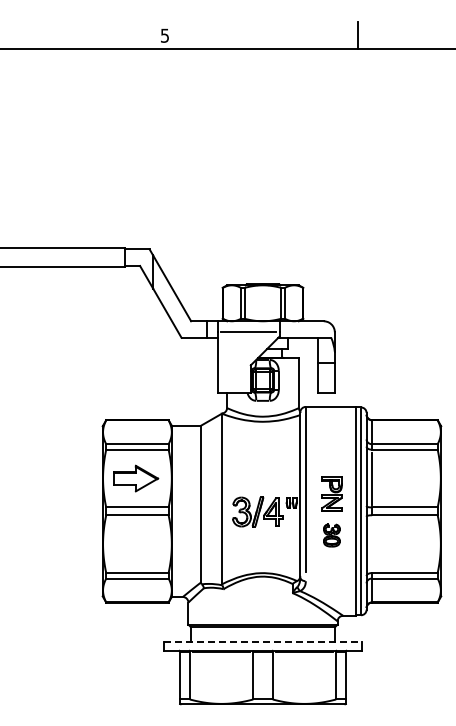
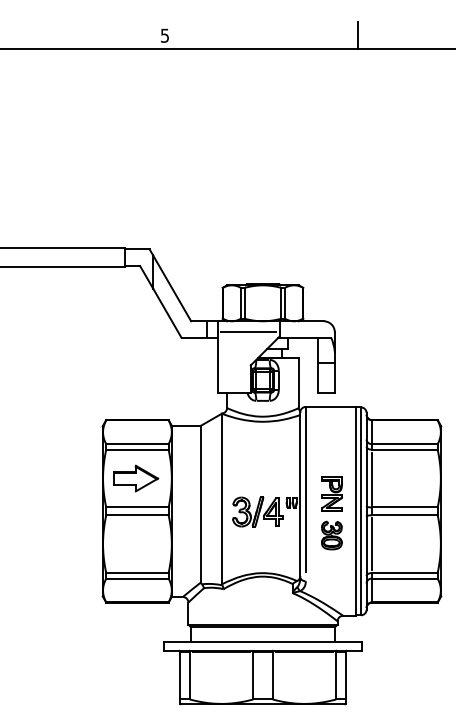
part at (331, 535) size: 18x25 px -> 22x31 px
line at (372, 544): none -> present
line at (263, 642): dashed -> solid
